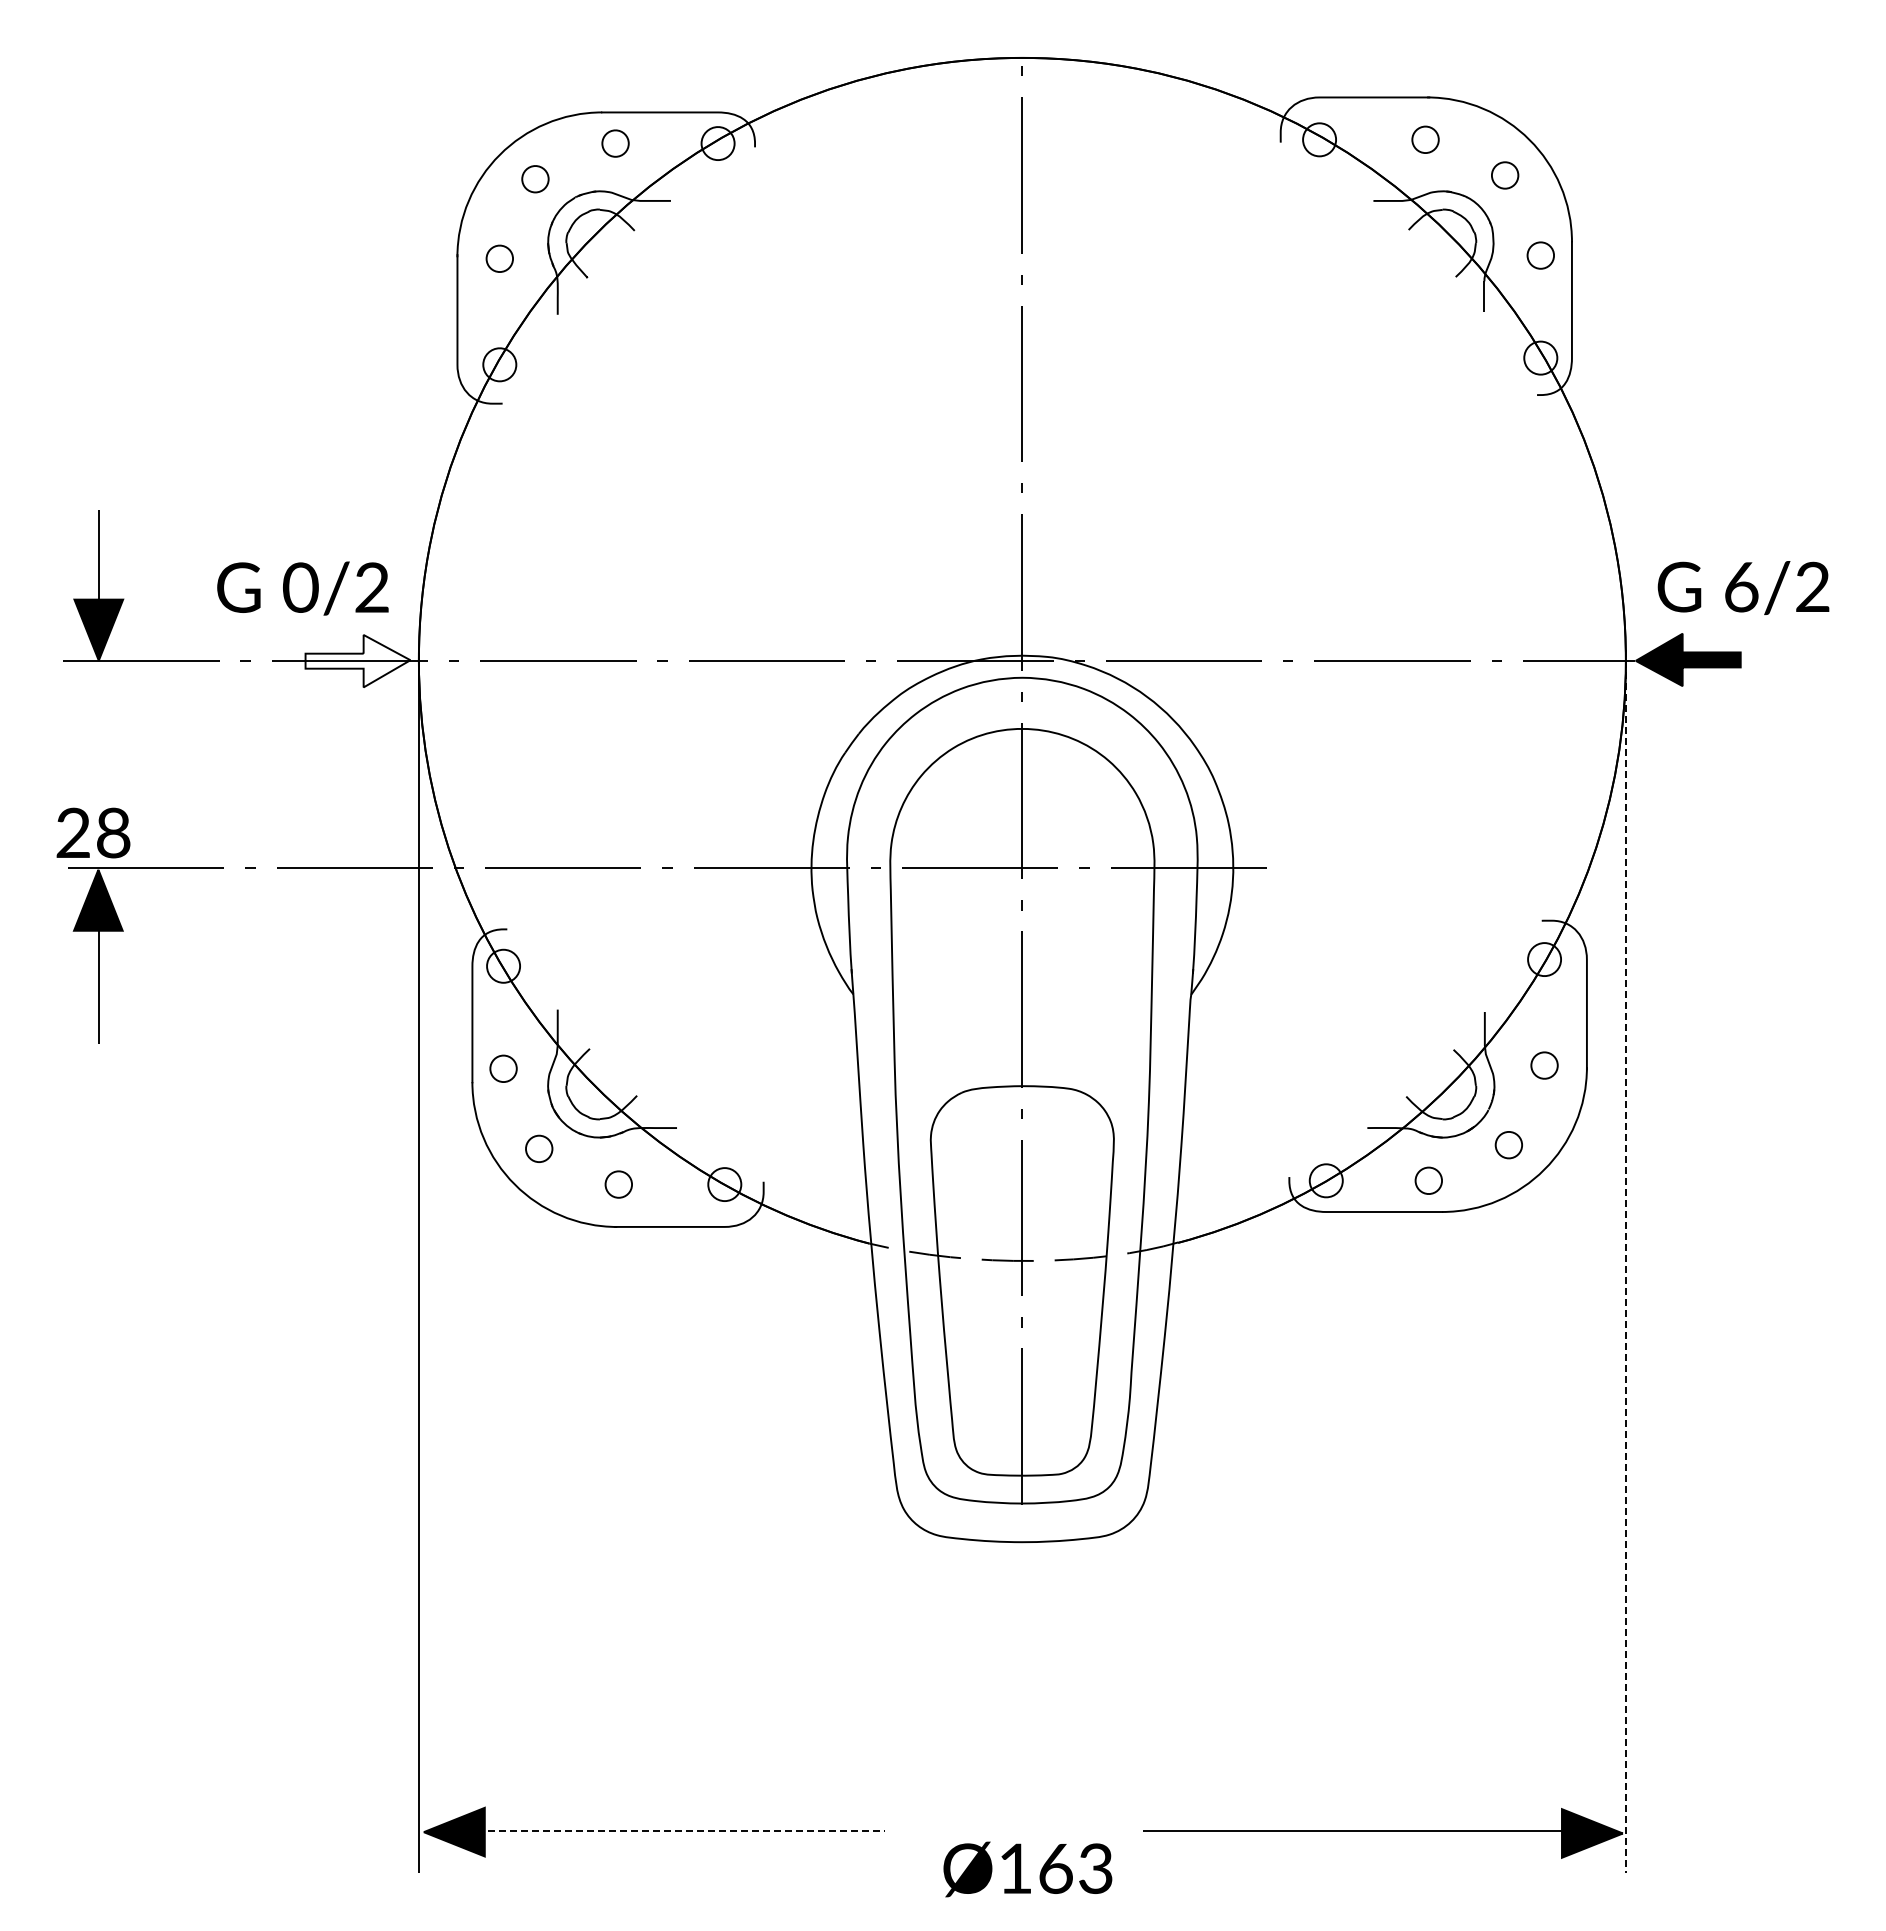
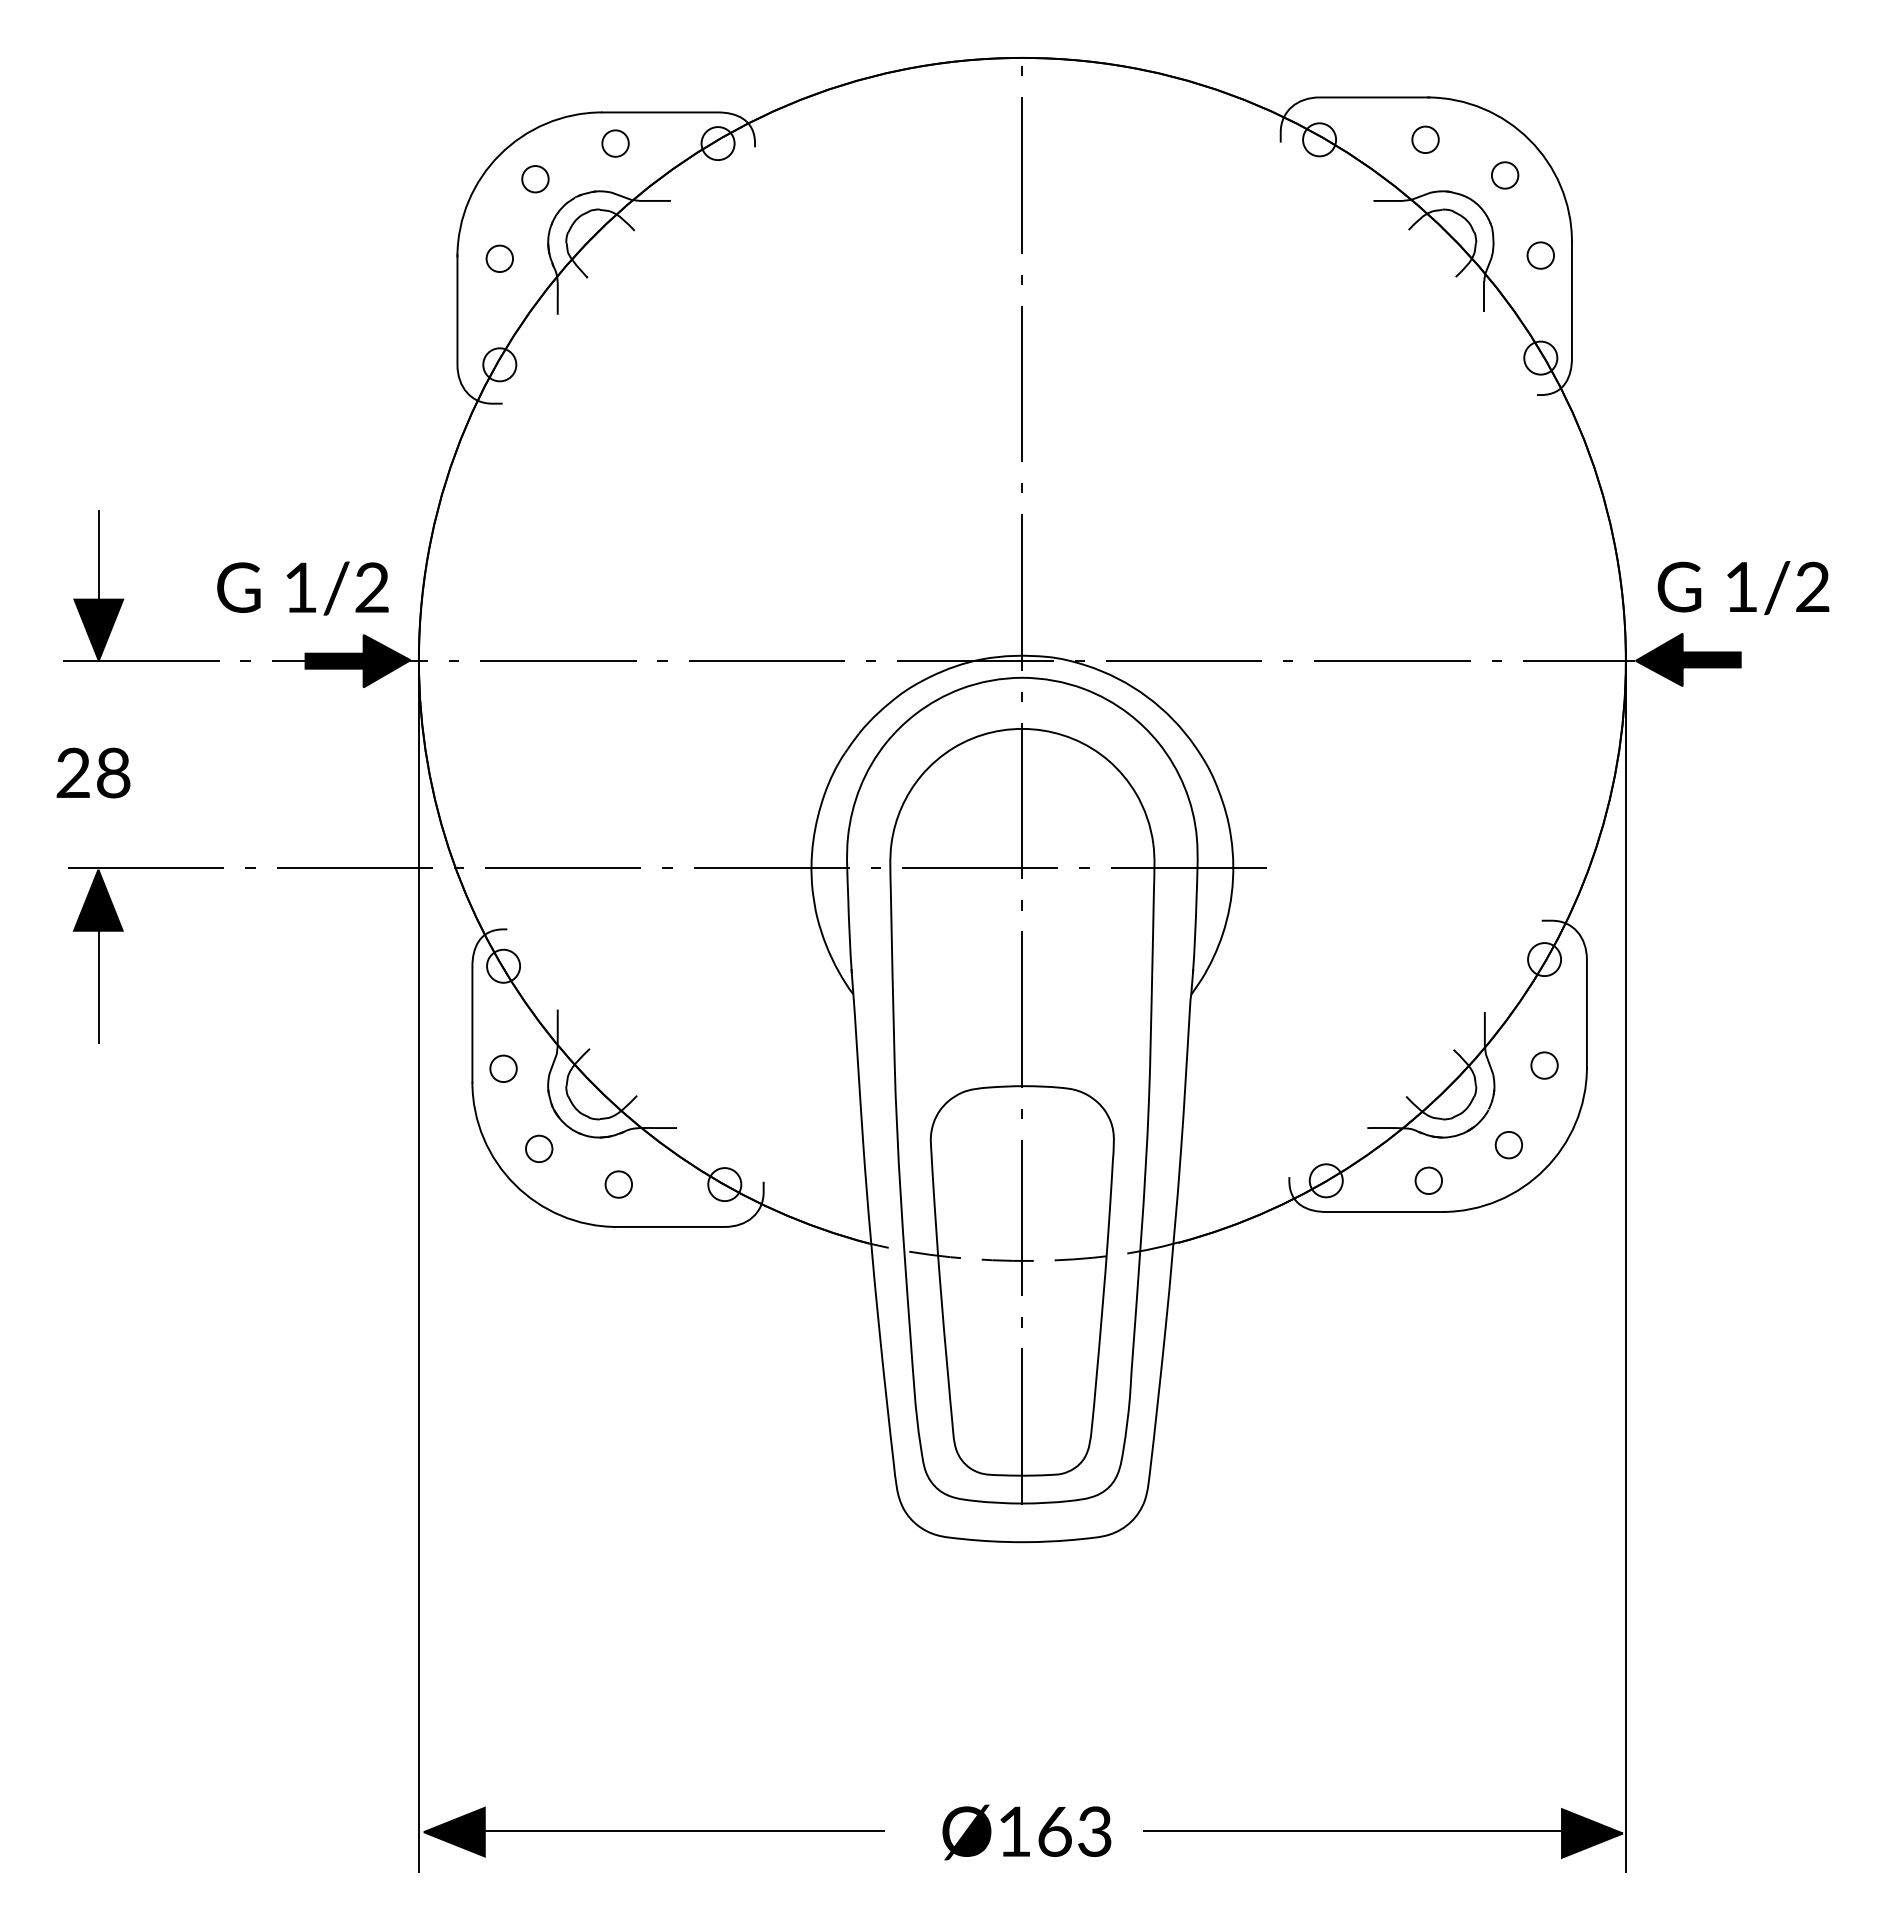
text at (300, 587): 0/2 -> 1/2
text at (1741, 587): 6/2 -> 1/2
fill at (357, 660): none -> present
text at (93, 832) position: (93, 832) -> (93, 772)
line at (1625, 1261): dashed -> solid
line at (665, 1831): dashed -> solid
text at (1027, 1869) position: (1027, 1869) -> (1026, 1832)
